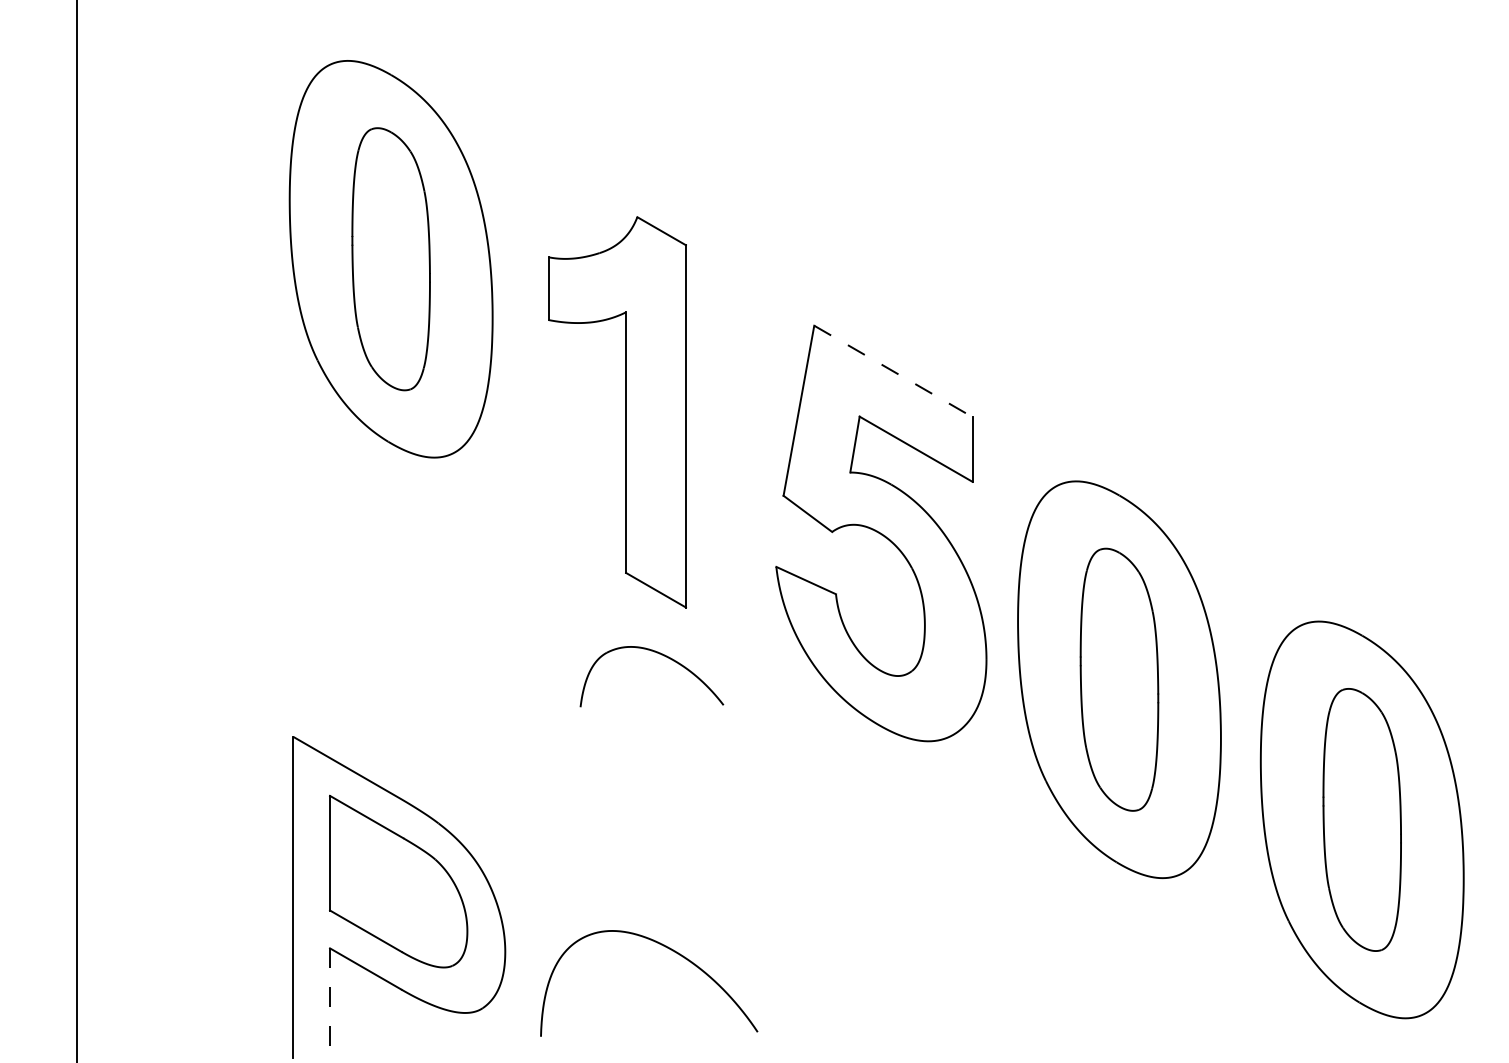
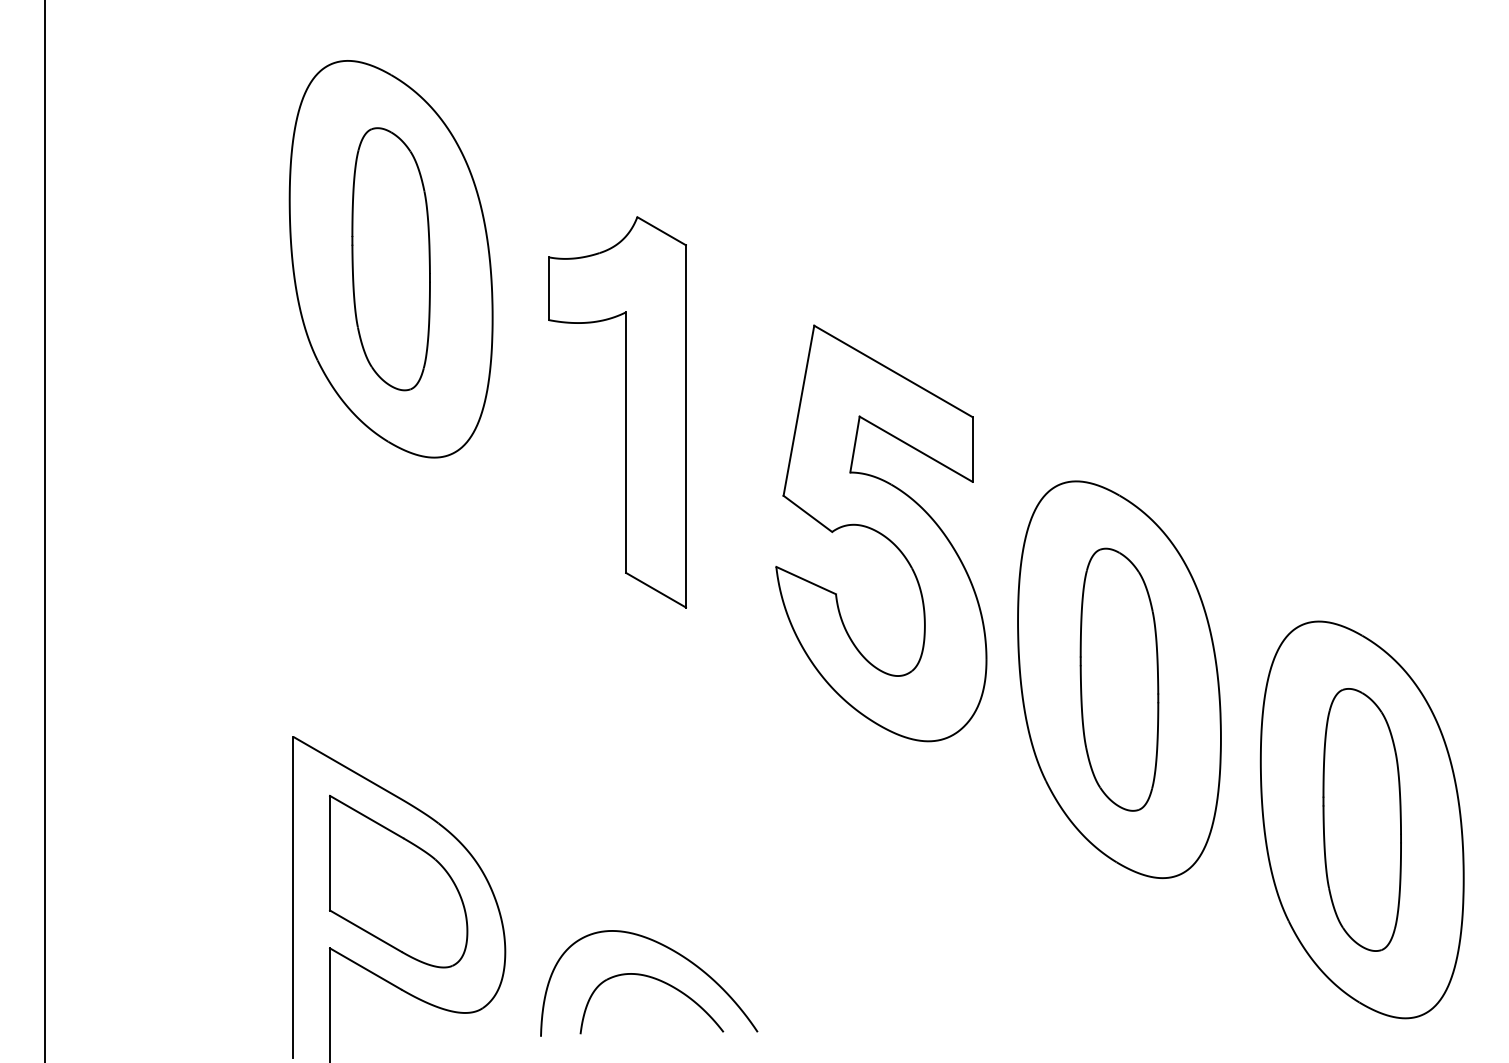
line at (893, 371): dashed -> solid
line at (77, 530) position: (77, 530) -> (45, 530)
part at (661, 655) position: (661, 655) -> (661, 982)
line at (330, 1006): dashed -> solid
